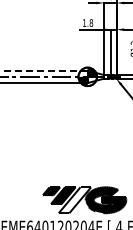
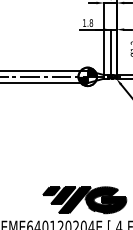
line at (43, 70): dashed -> solid
fill at (74, 200): none -> present
